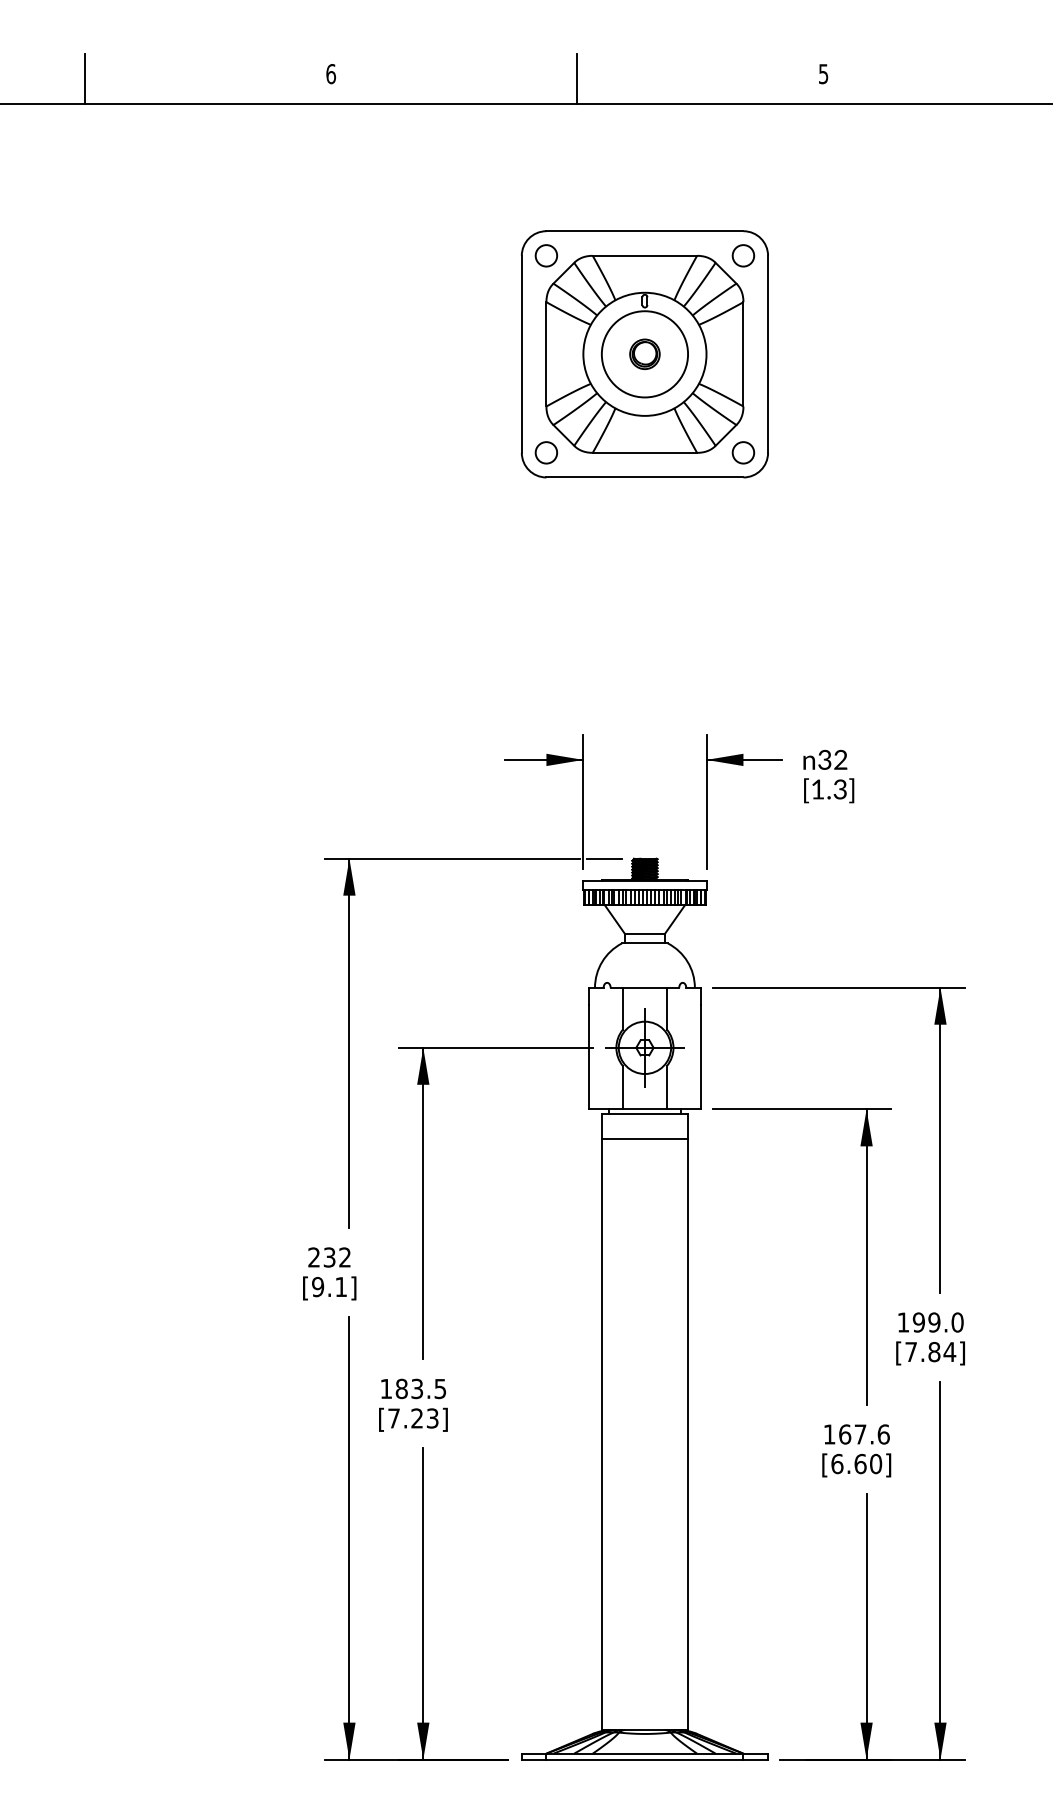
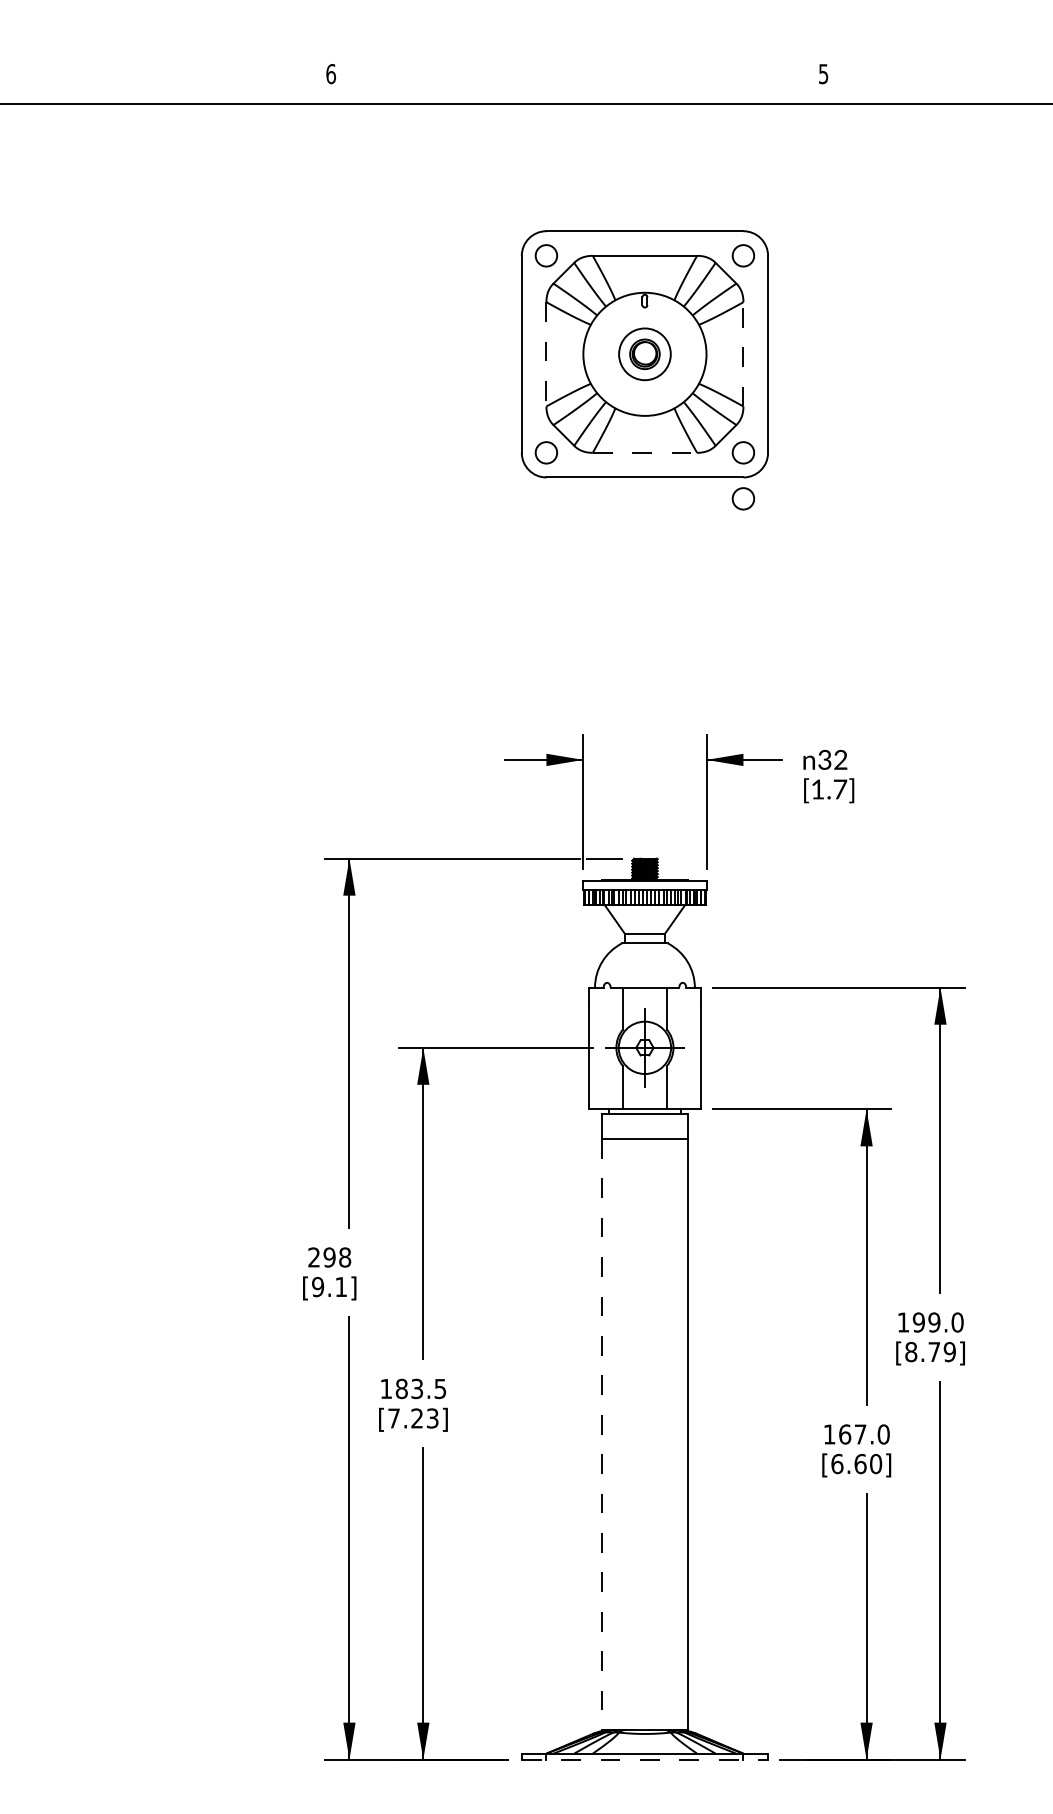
line at (84, 78): present -> none
line at (577, 78): present -> none
line at (743, 353): solid -> dashed
line at (546, 354): solid -> dashed
circle at (644, 354) diameter: 86 px -> 52 px
line at (645, 452): solid -> dashed
circle at (743, 498): none -> present
text at (840, 789): [1.3] -> [1.7]
text at (337, 1257): 232 -> 298
text at (930, 1351): [7.84] -> [8.79]
line at (601, 1434): solid -> dashed
text at (883, 1434): 167.6 -> 167.0
line at (645, 1759): solid -> dashed
